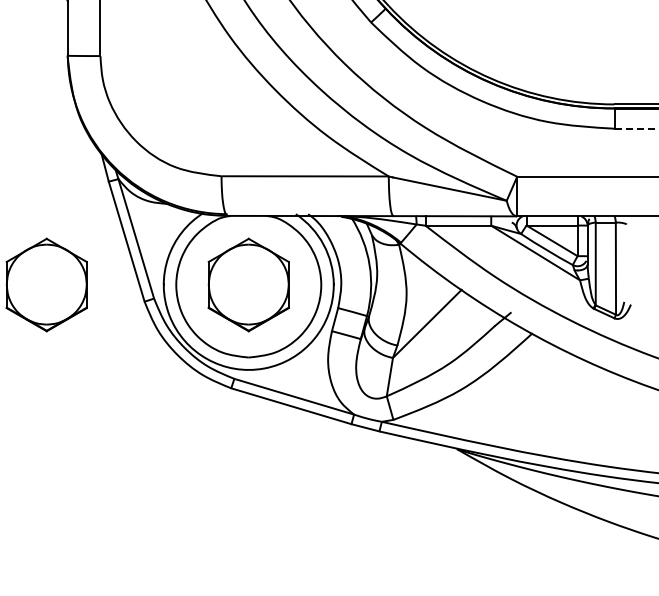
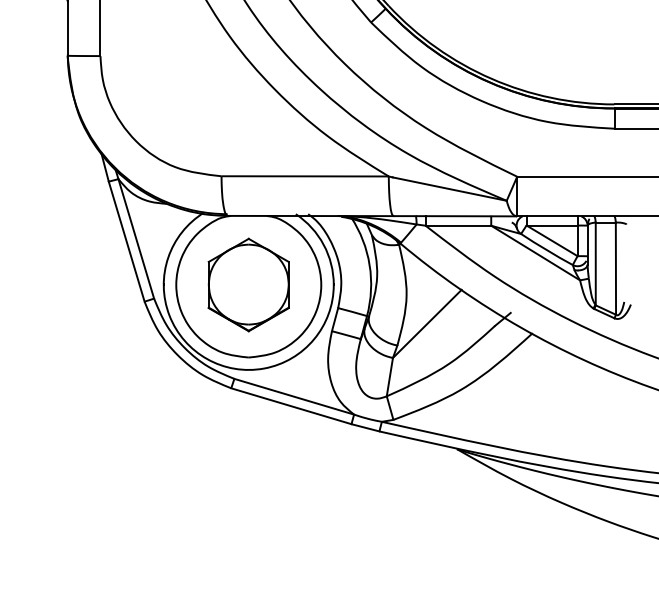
line at (636, 128): dashed -> solid
part at (46, 284): present -> none
